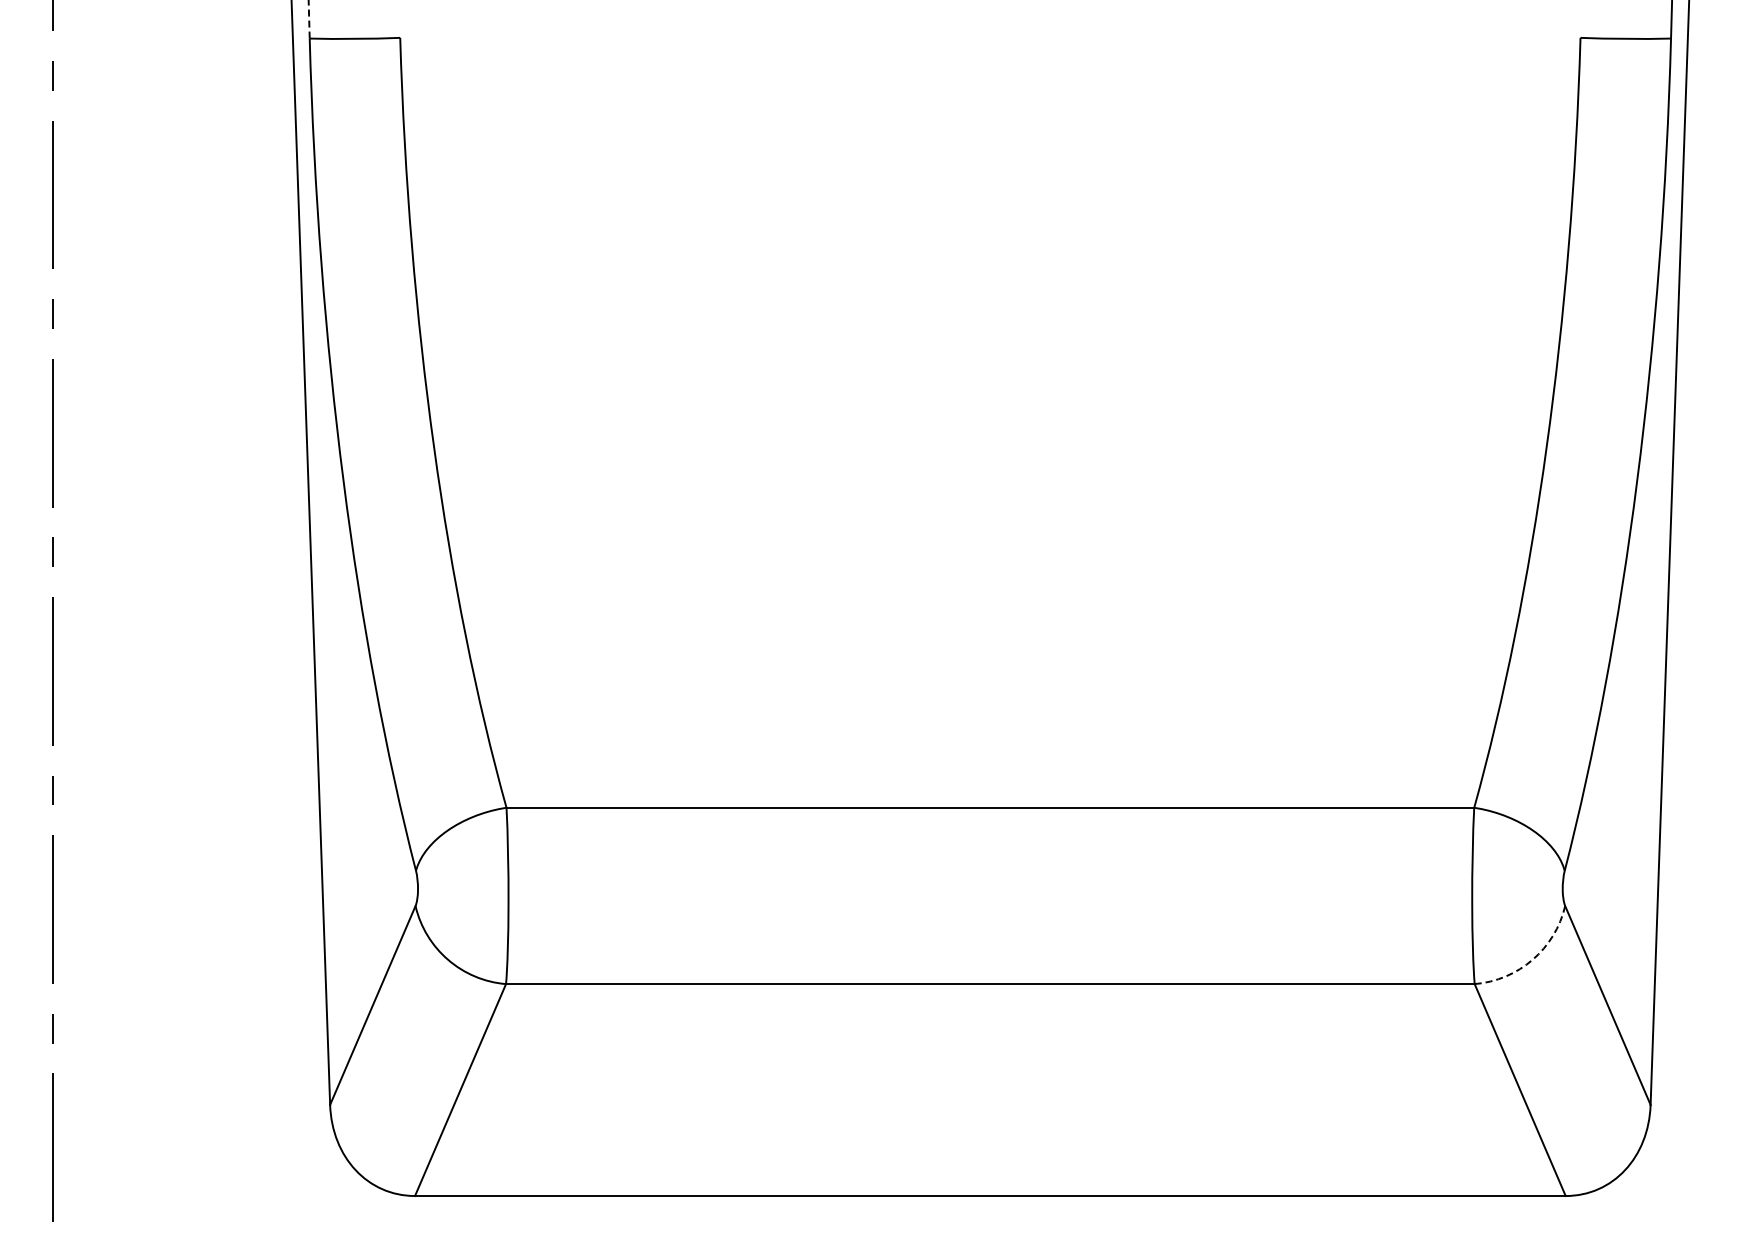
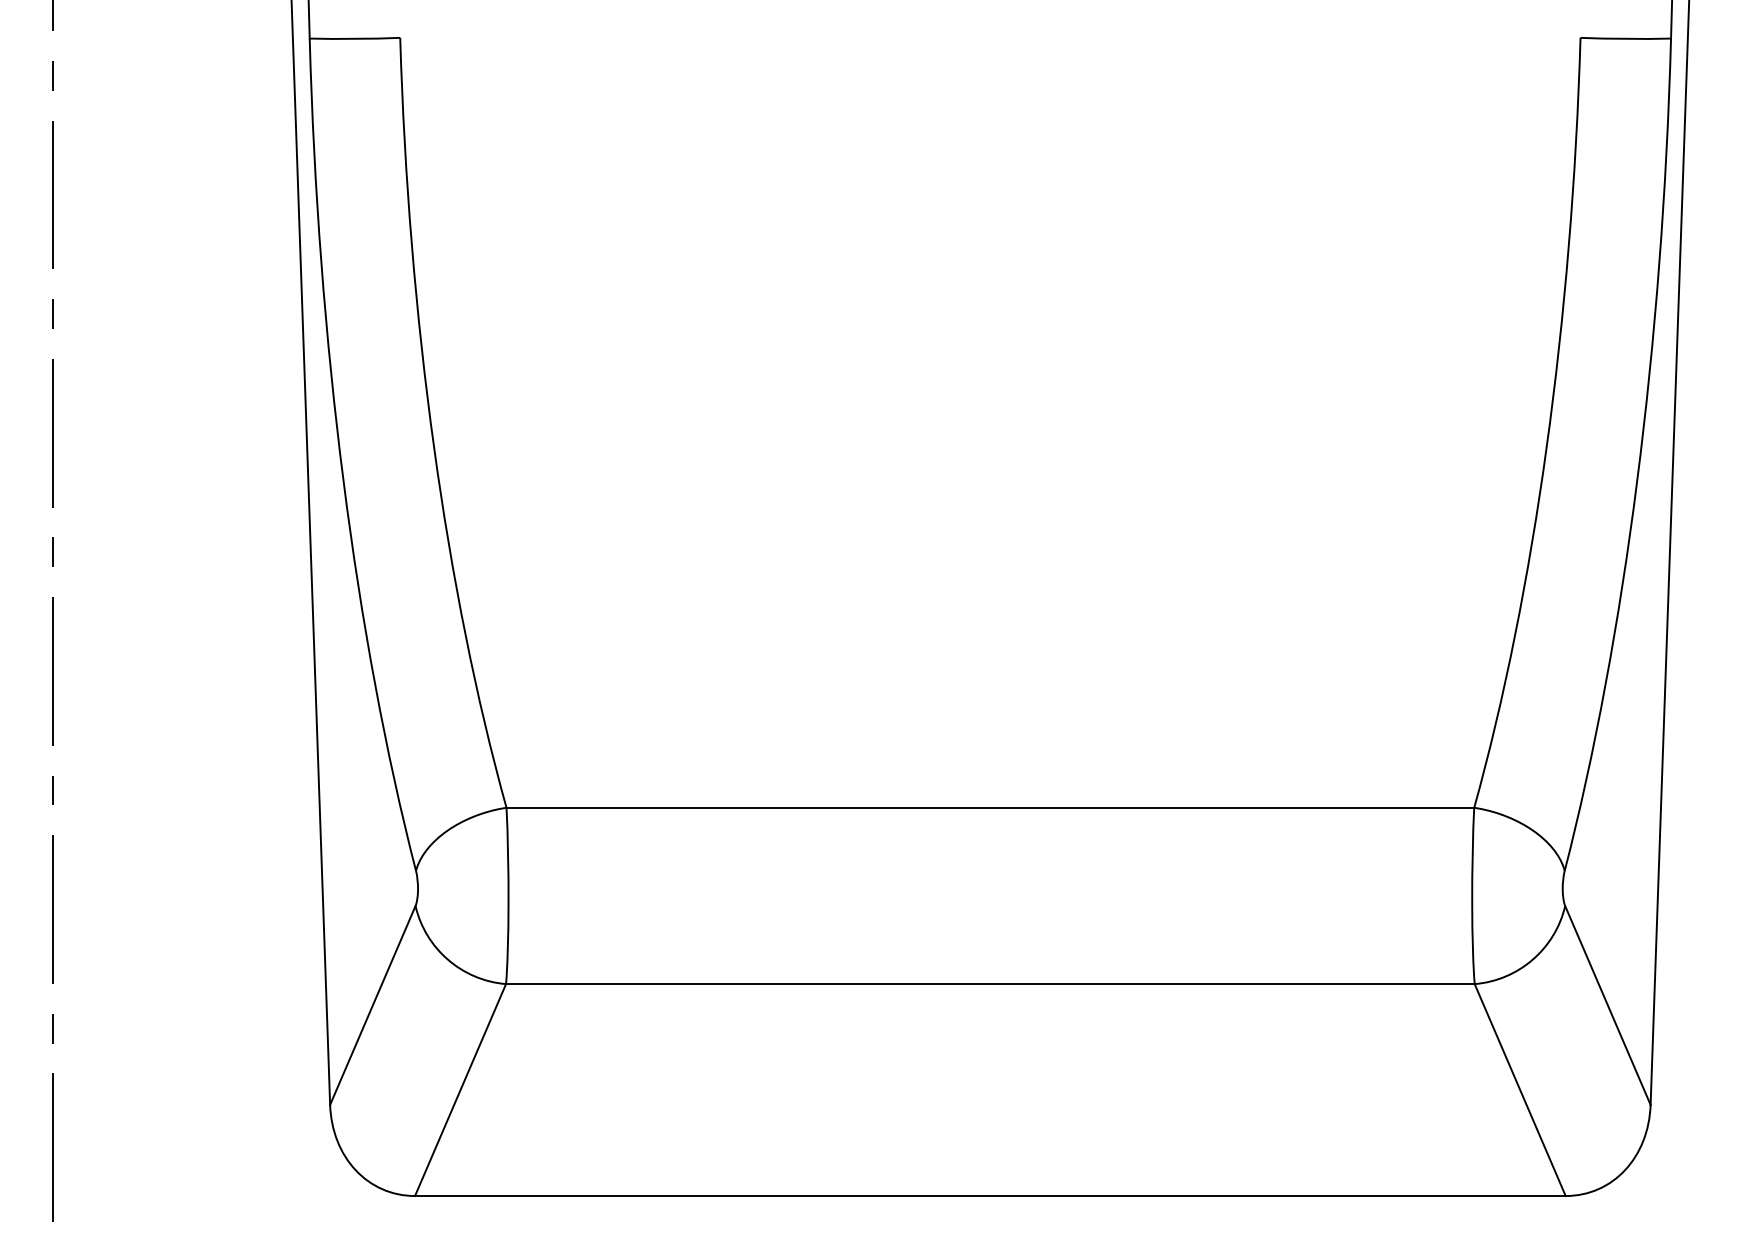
line at (309, 19): dashed -> solid
arc at (1532, 959): dashed -> solid
